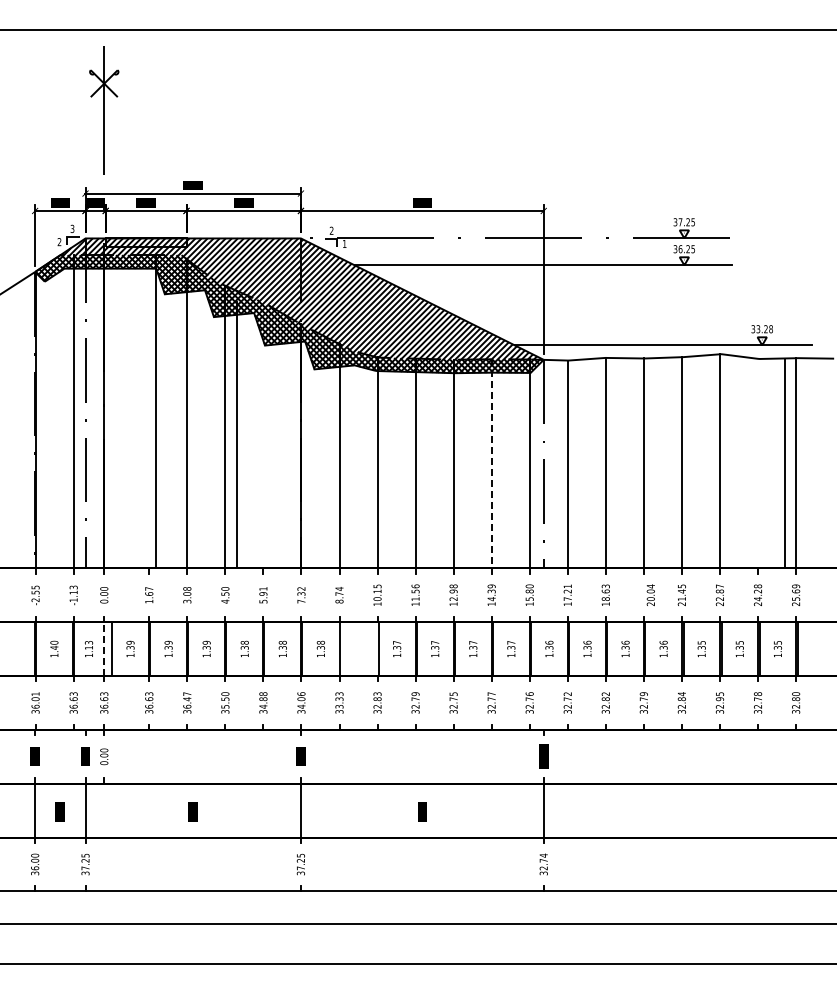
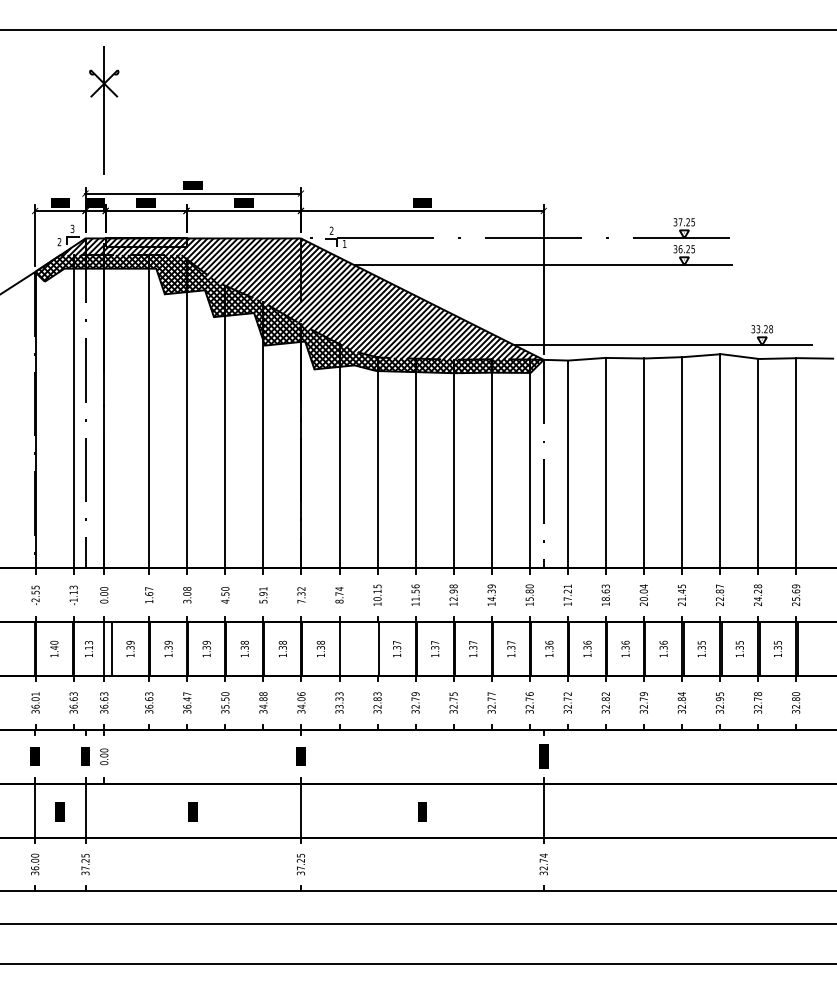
line at (156, 411) position: (156, 411) -> (149, 411)
line at (237, 435) position: (237, 435) -> (263, 435)
line at (491, 463): dashed -> solid
line at (785, 463) position: (785, 463) -> (758, 463)
text at (650, 594) position: (650, 594) -> (643, 594)
line at (104, 649): dashed -> solid
